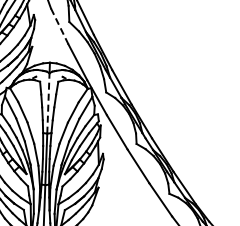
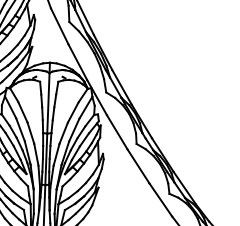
line at (59, 26): dashed -> solid
line at (48, 102): dashed -> solid
